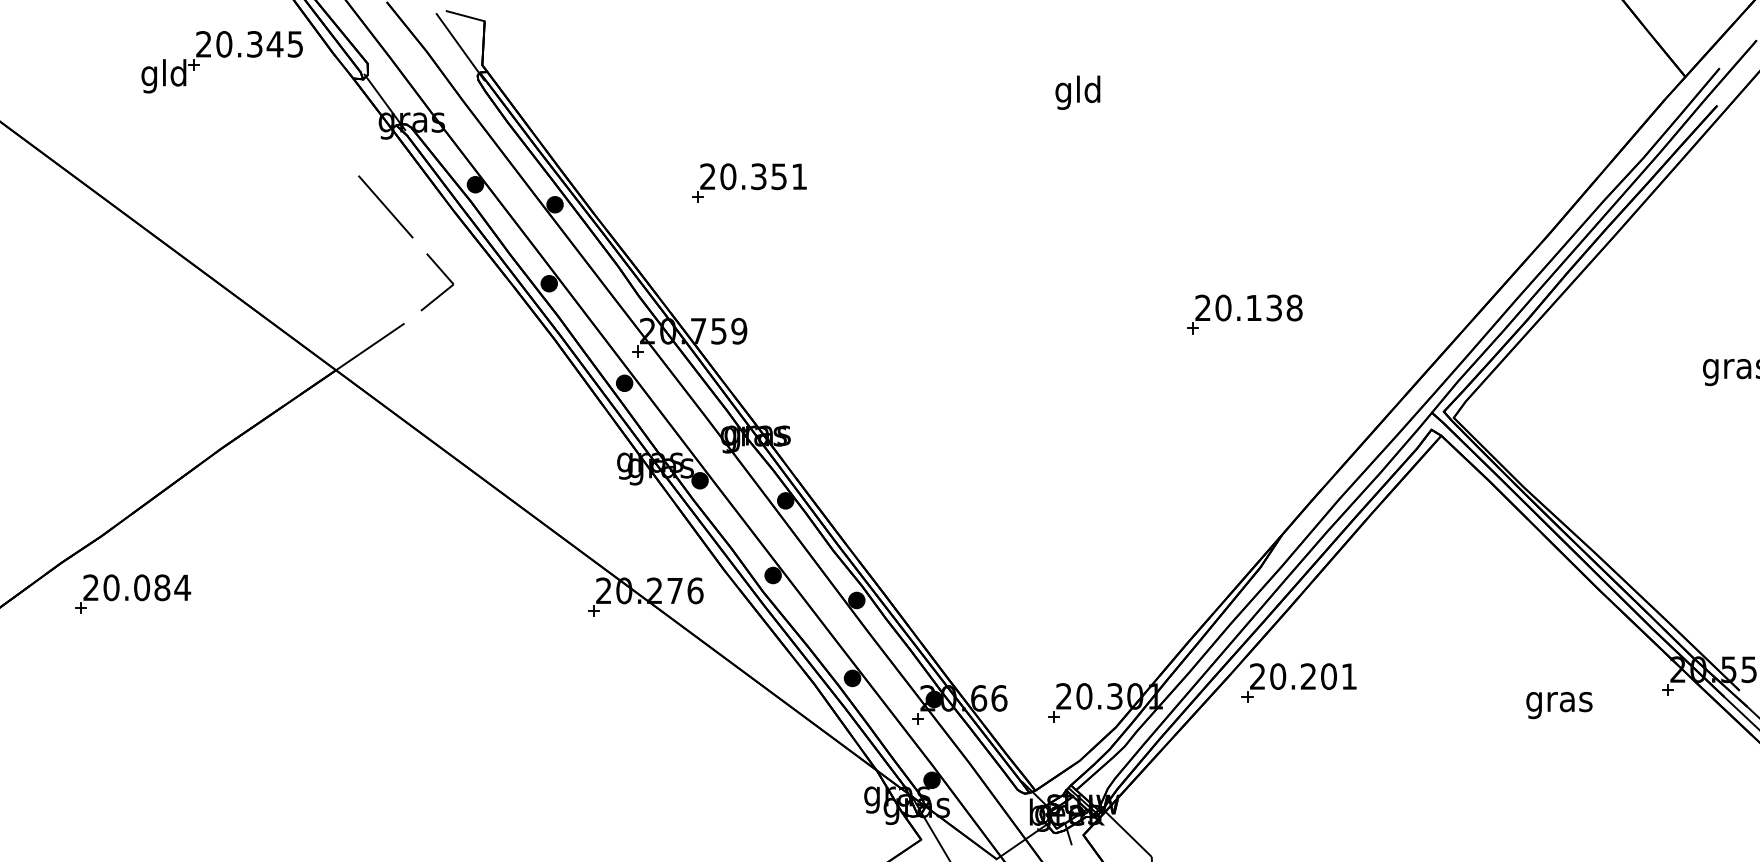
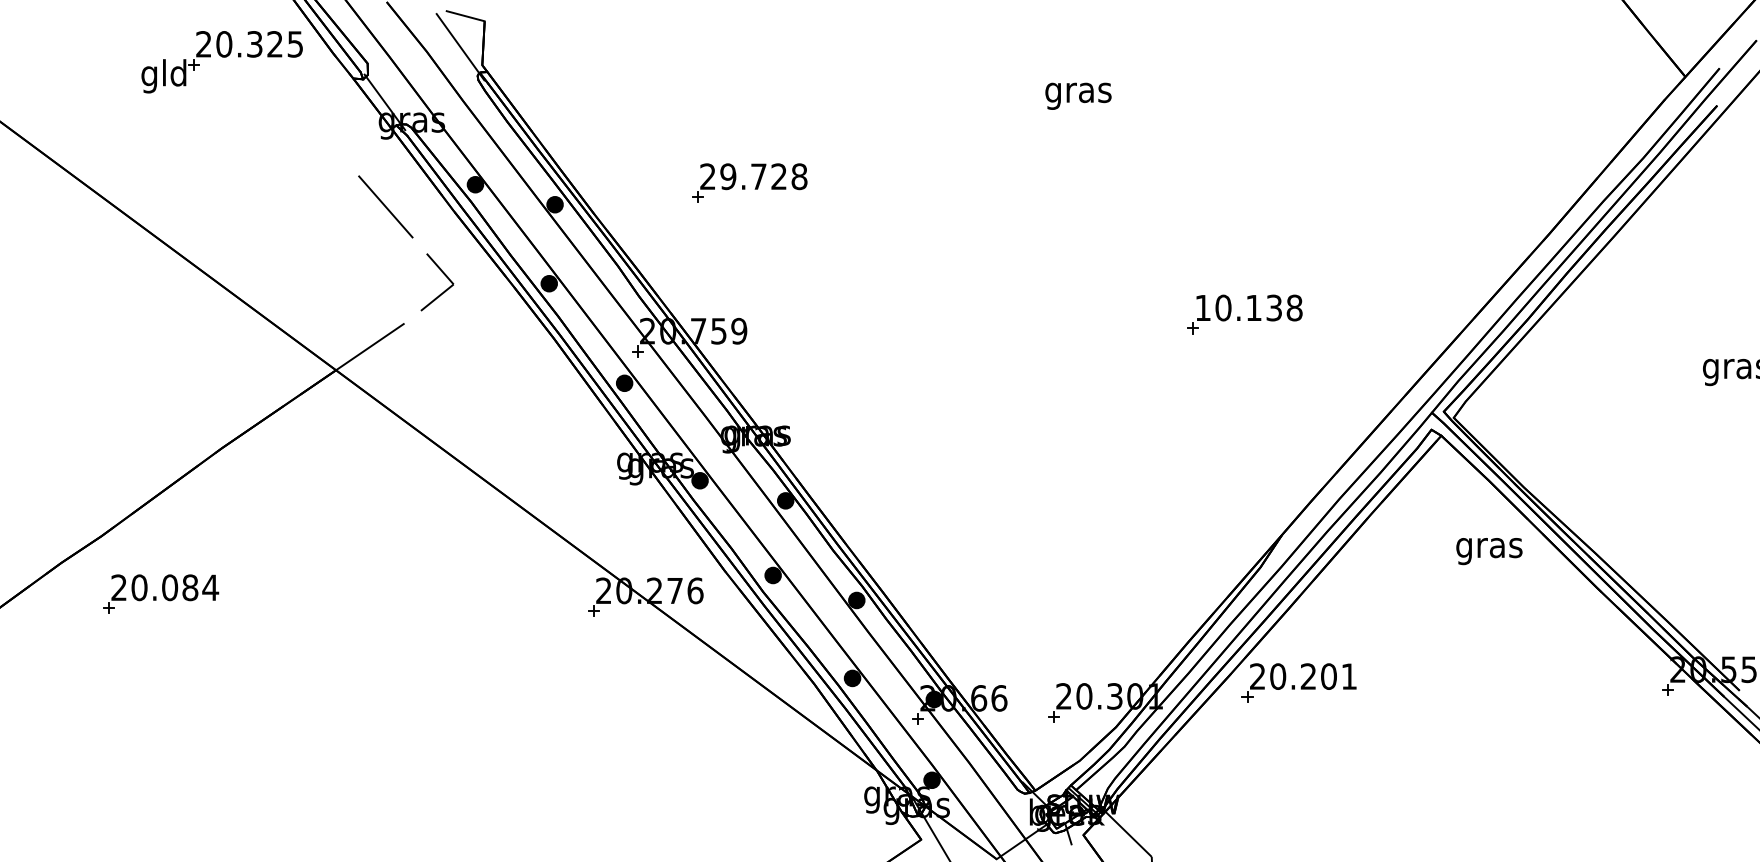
text at (274, 44): 20.345 -> 20.325
text at (1078, 92): gld -> gras
text at (763, 176): 20.351 -> 29.728
text at (1202, 307): 20.138 -> 10.138
part at (133, 593) position: (133, 593) -> (161, 593)
text at (1559, 705) position: (1559, 705) -> (1489, 551)
